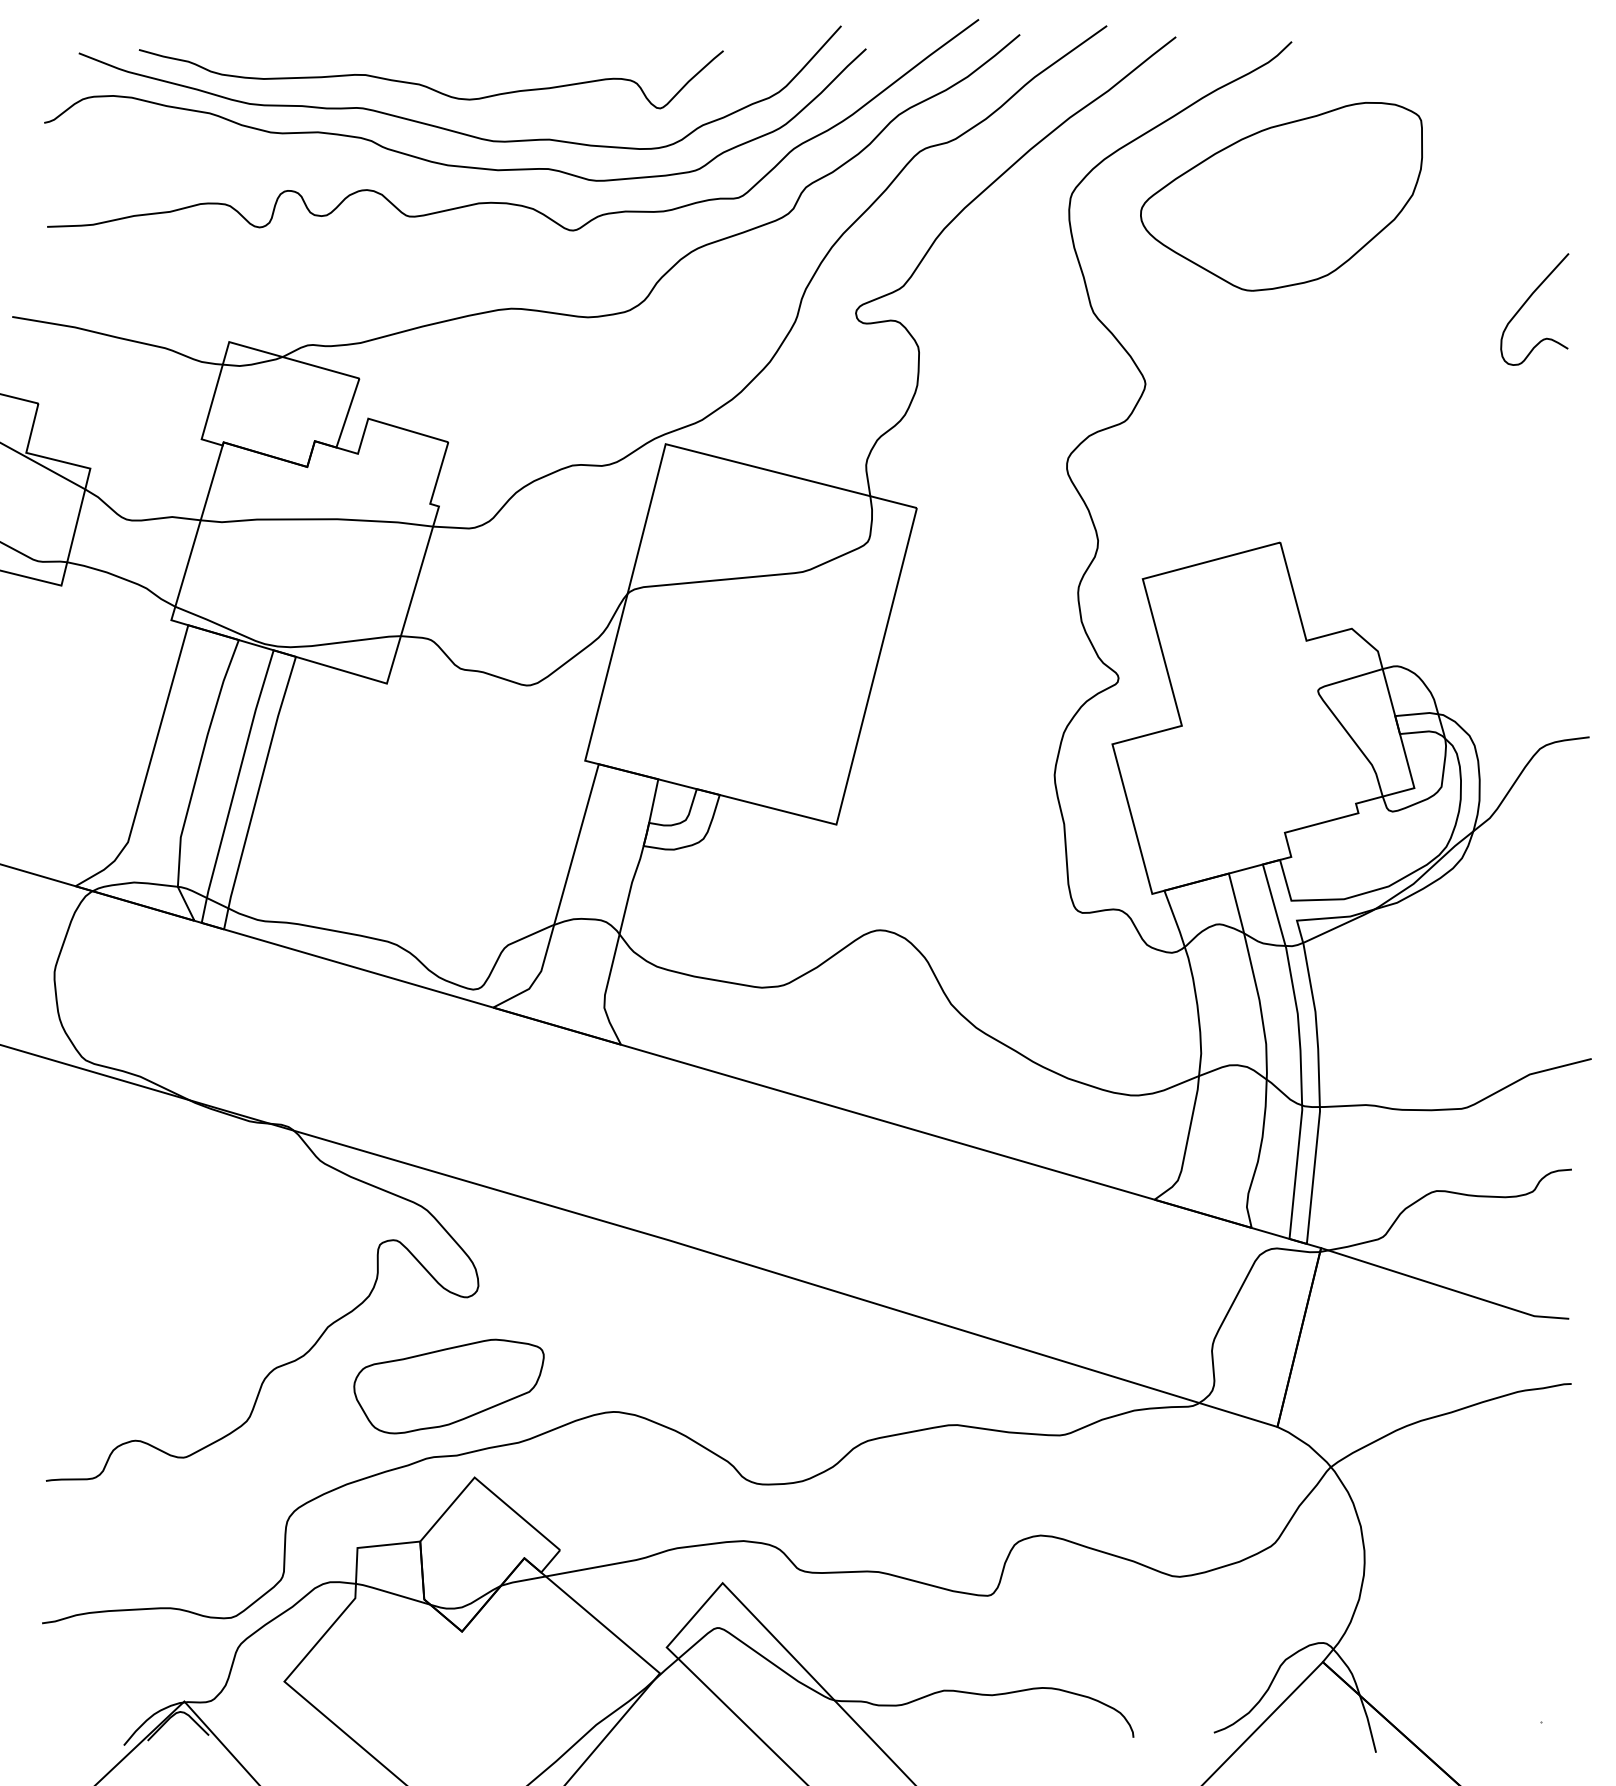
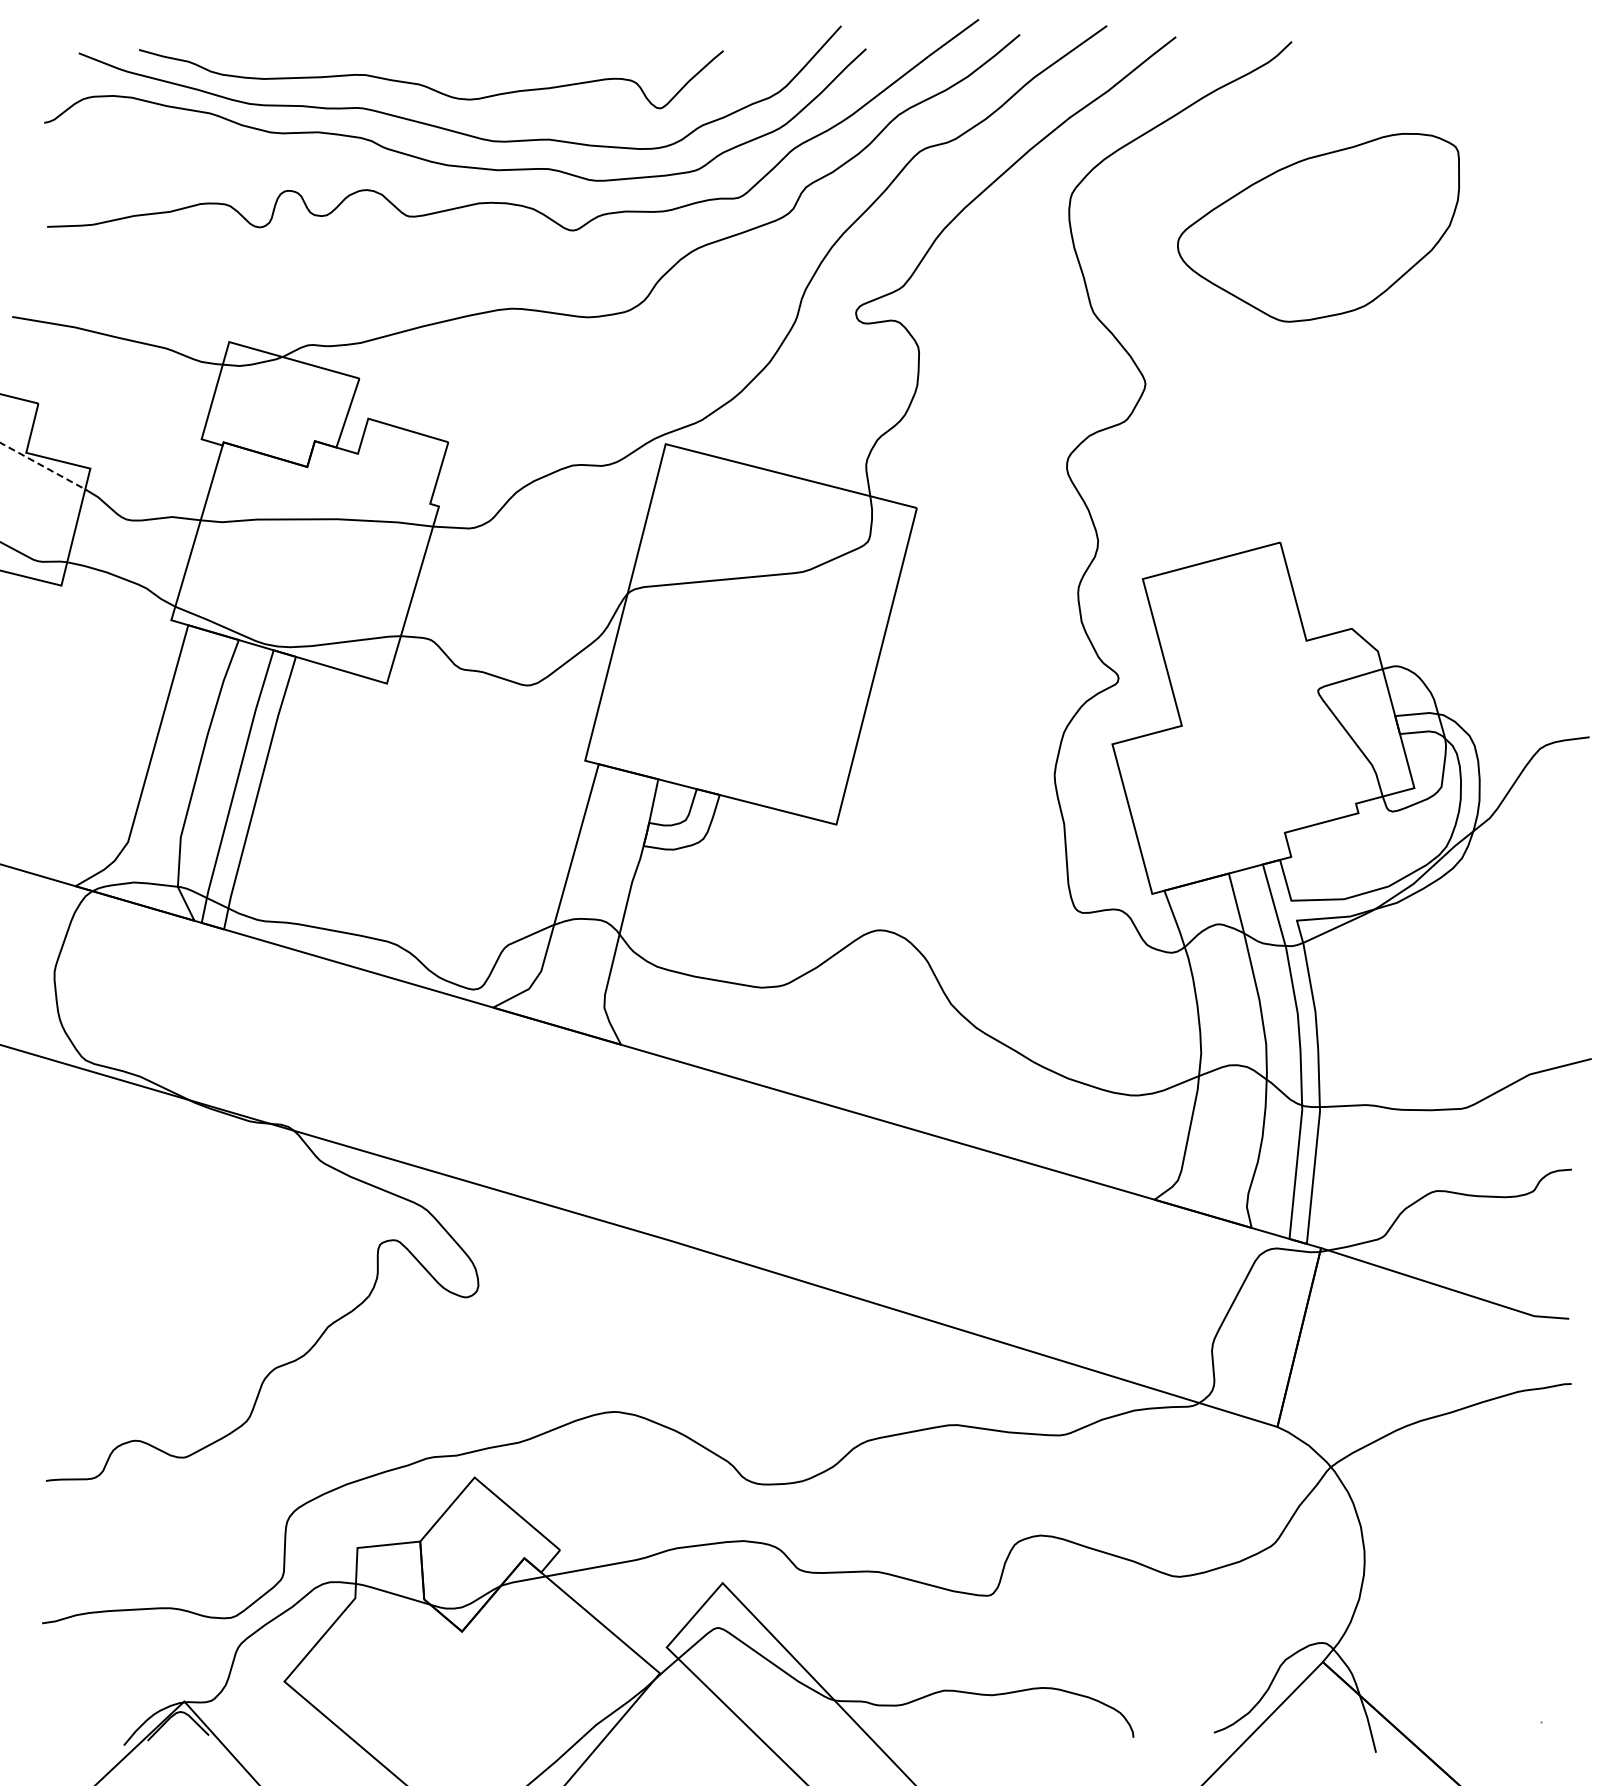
part at (1281, 196) position: (1281, 196) -> (1318, 227)
curve at (1527, 301): present -> none
line at (43, 466): solid -> dashed
part at (448, 1386): present -> none
